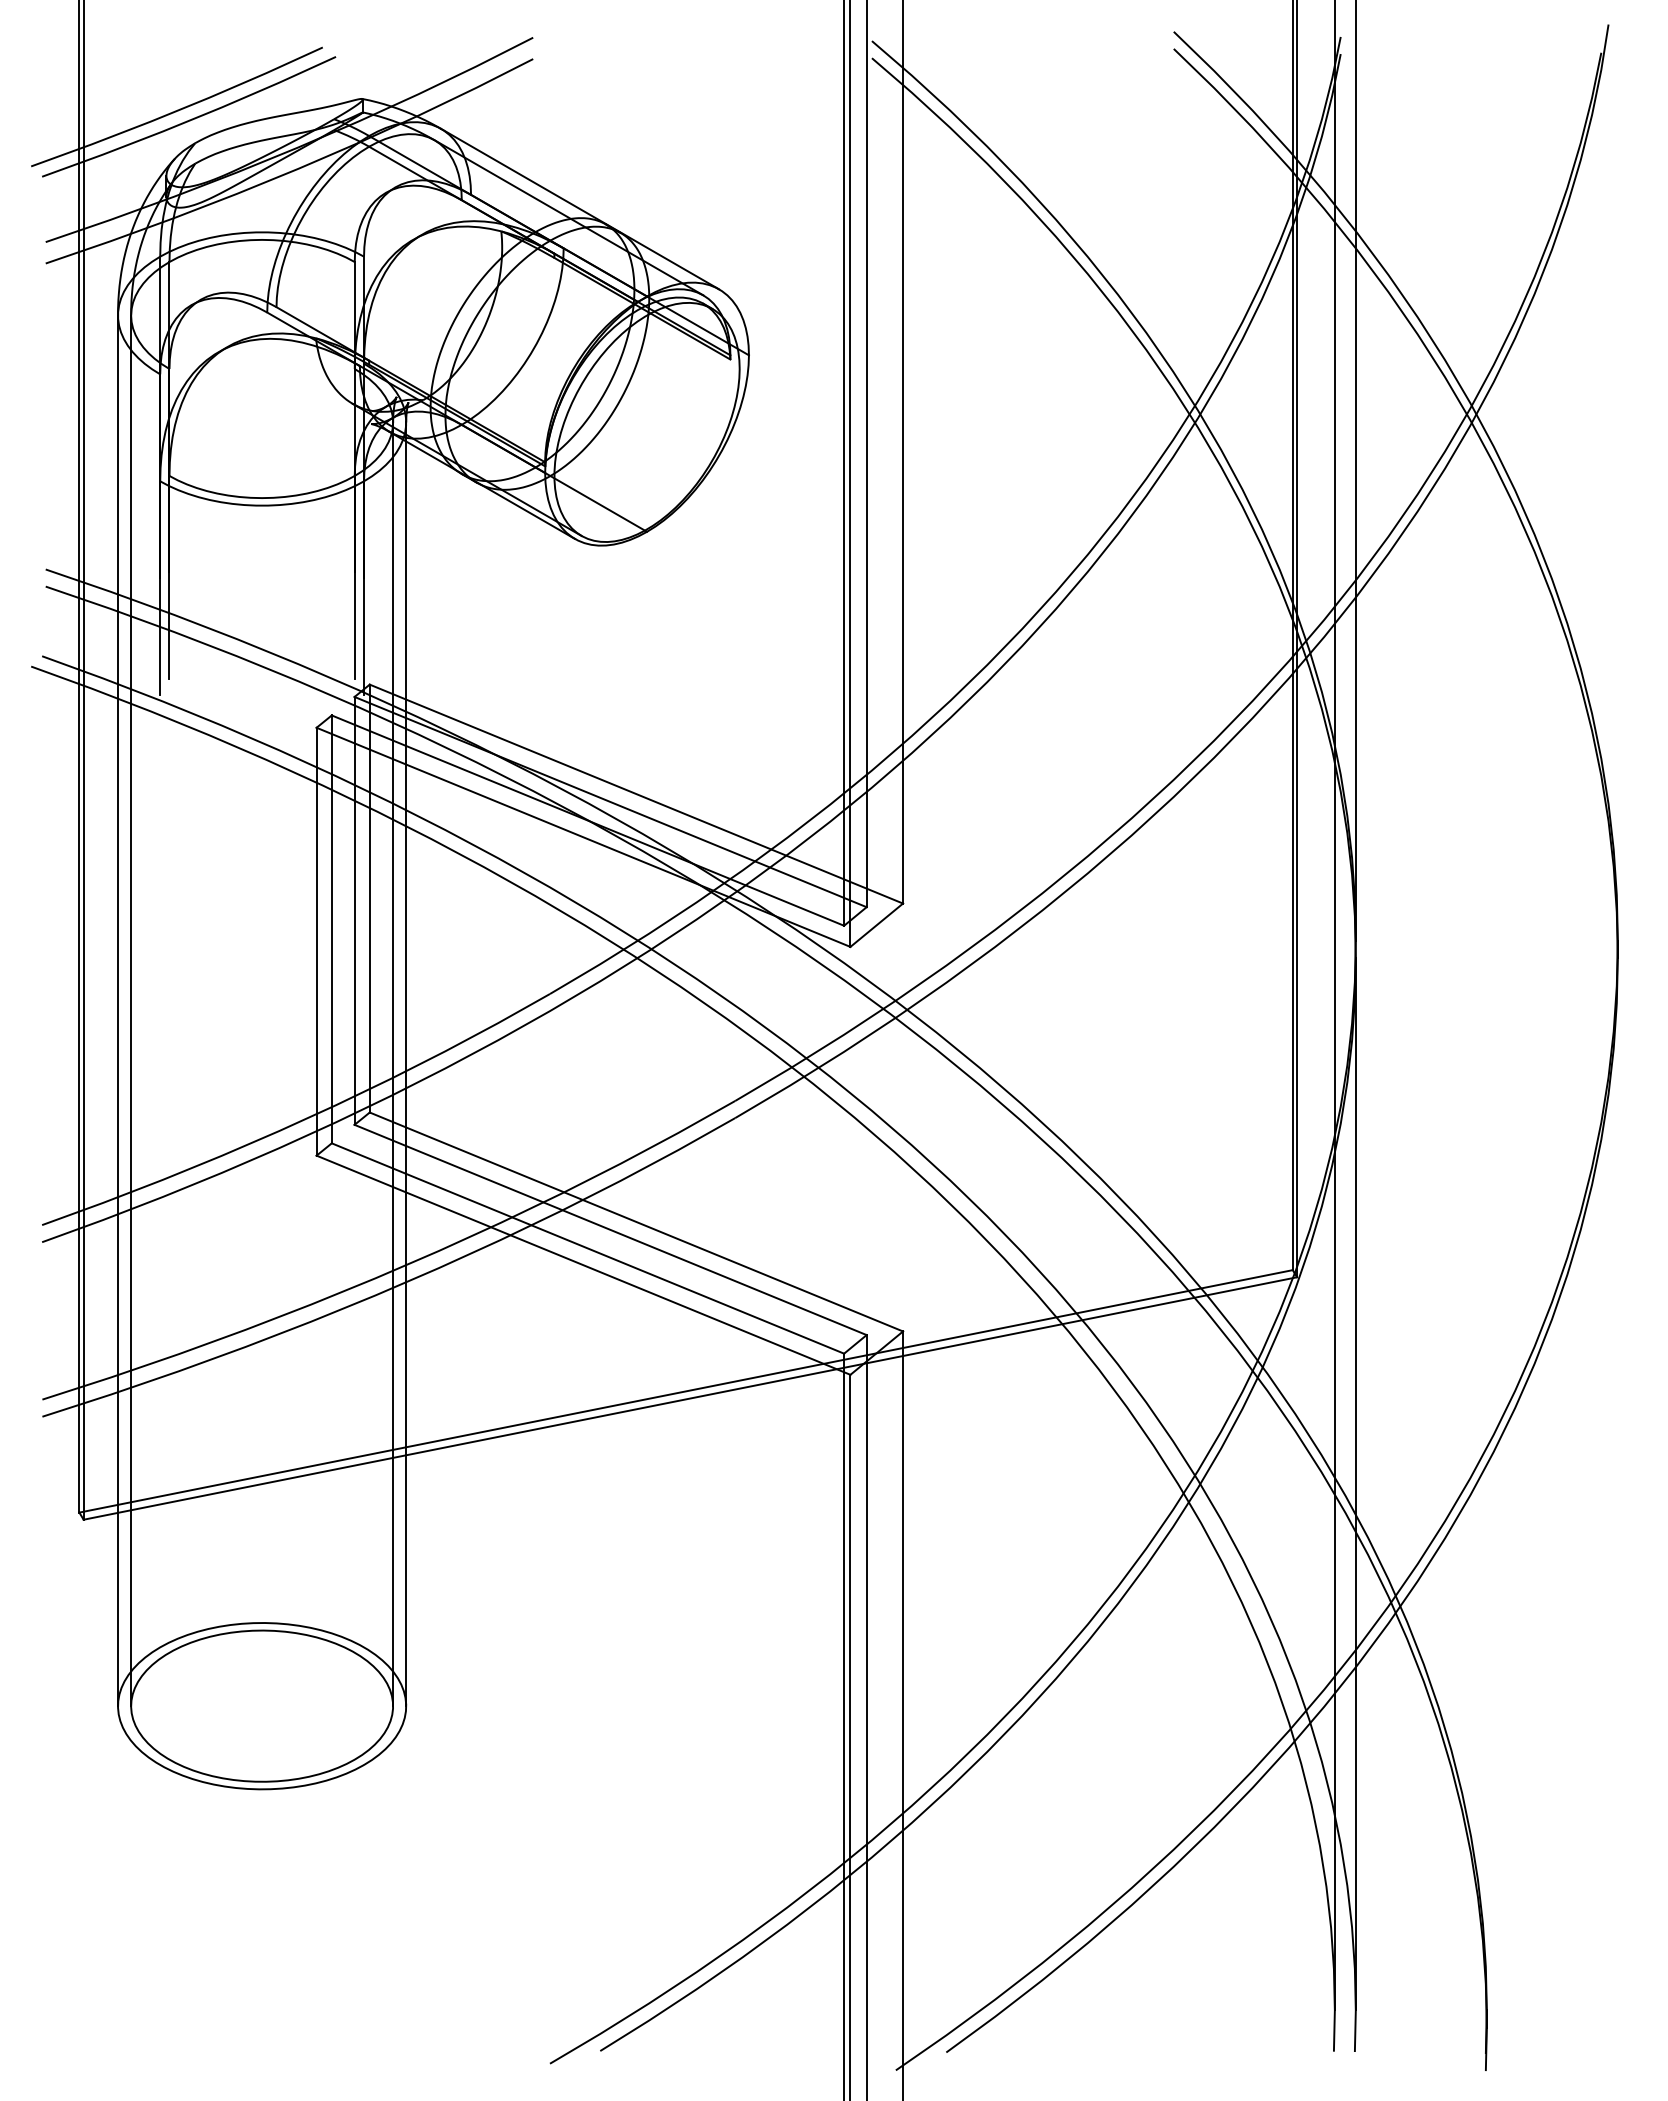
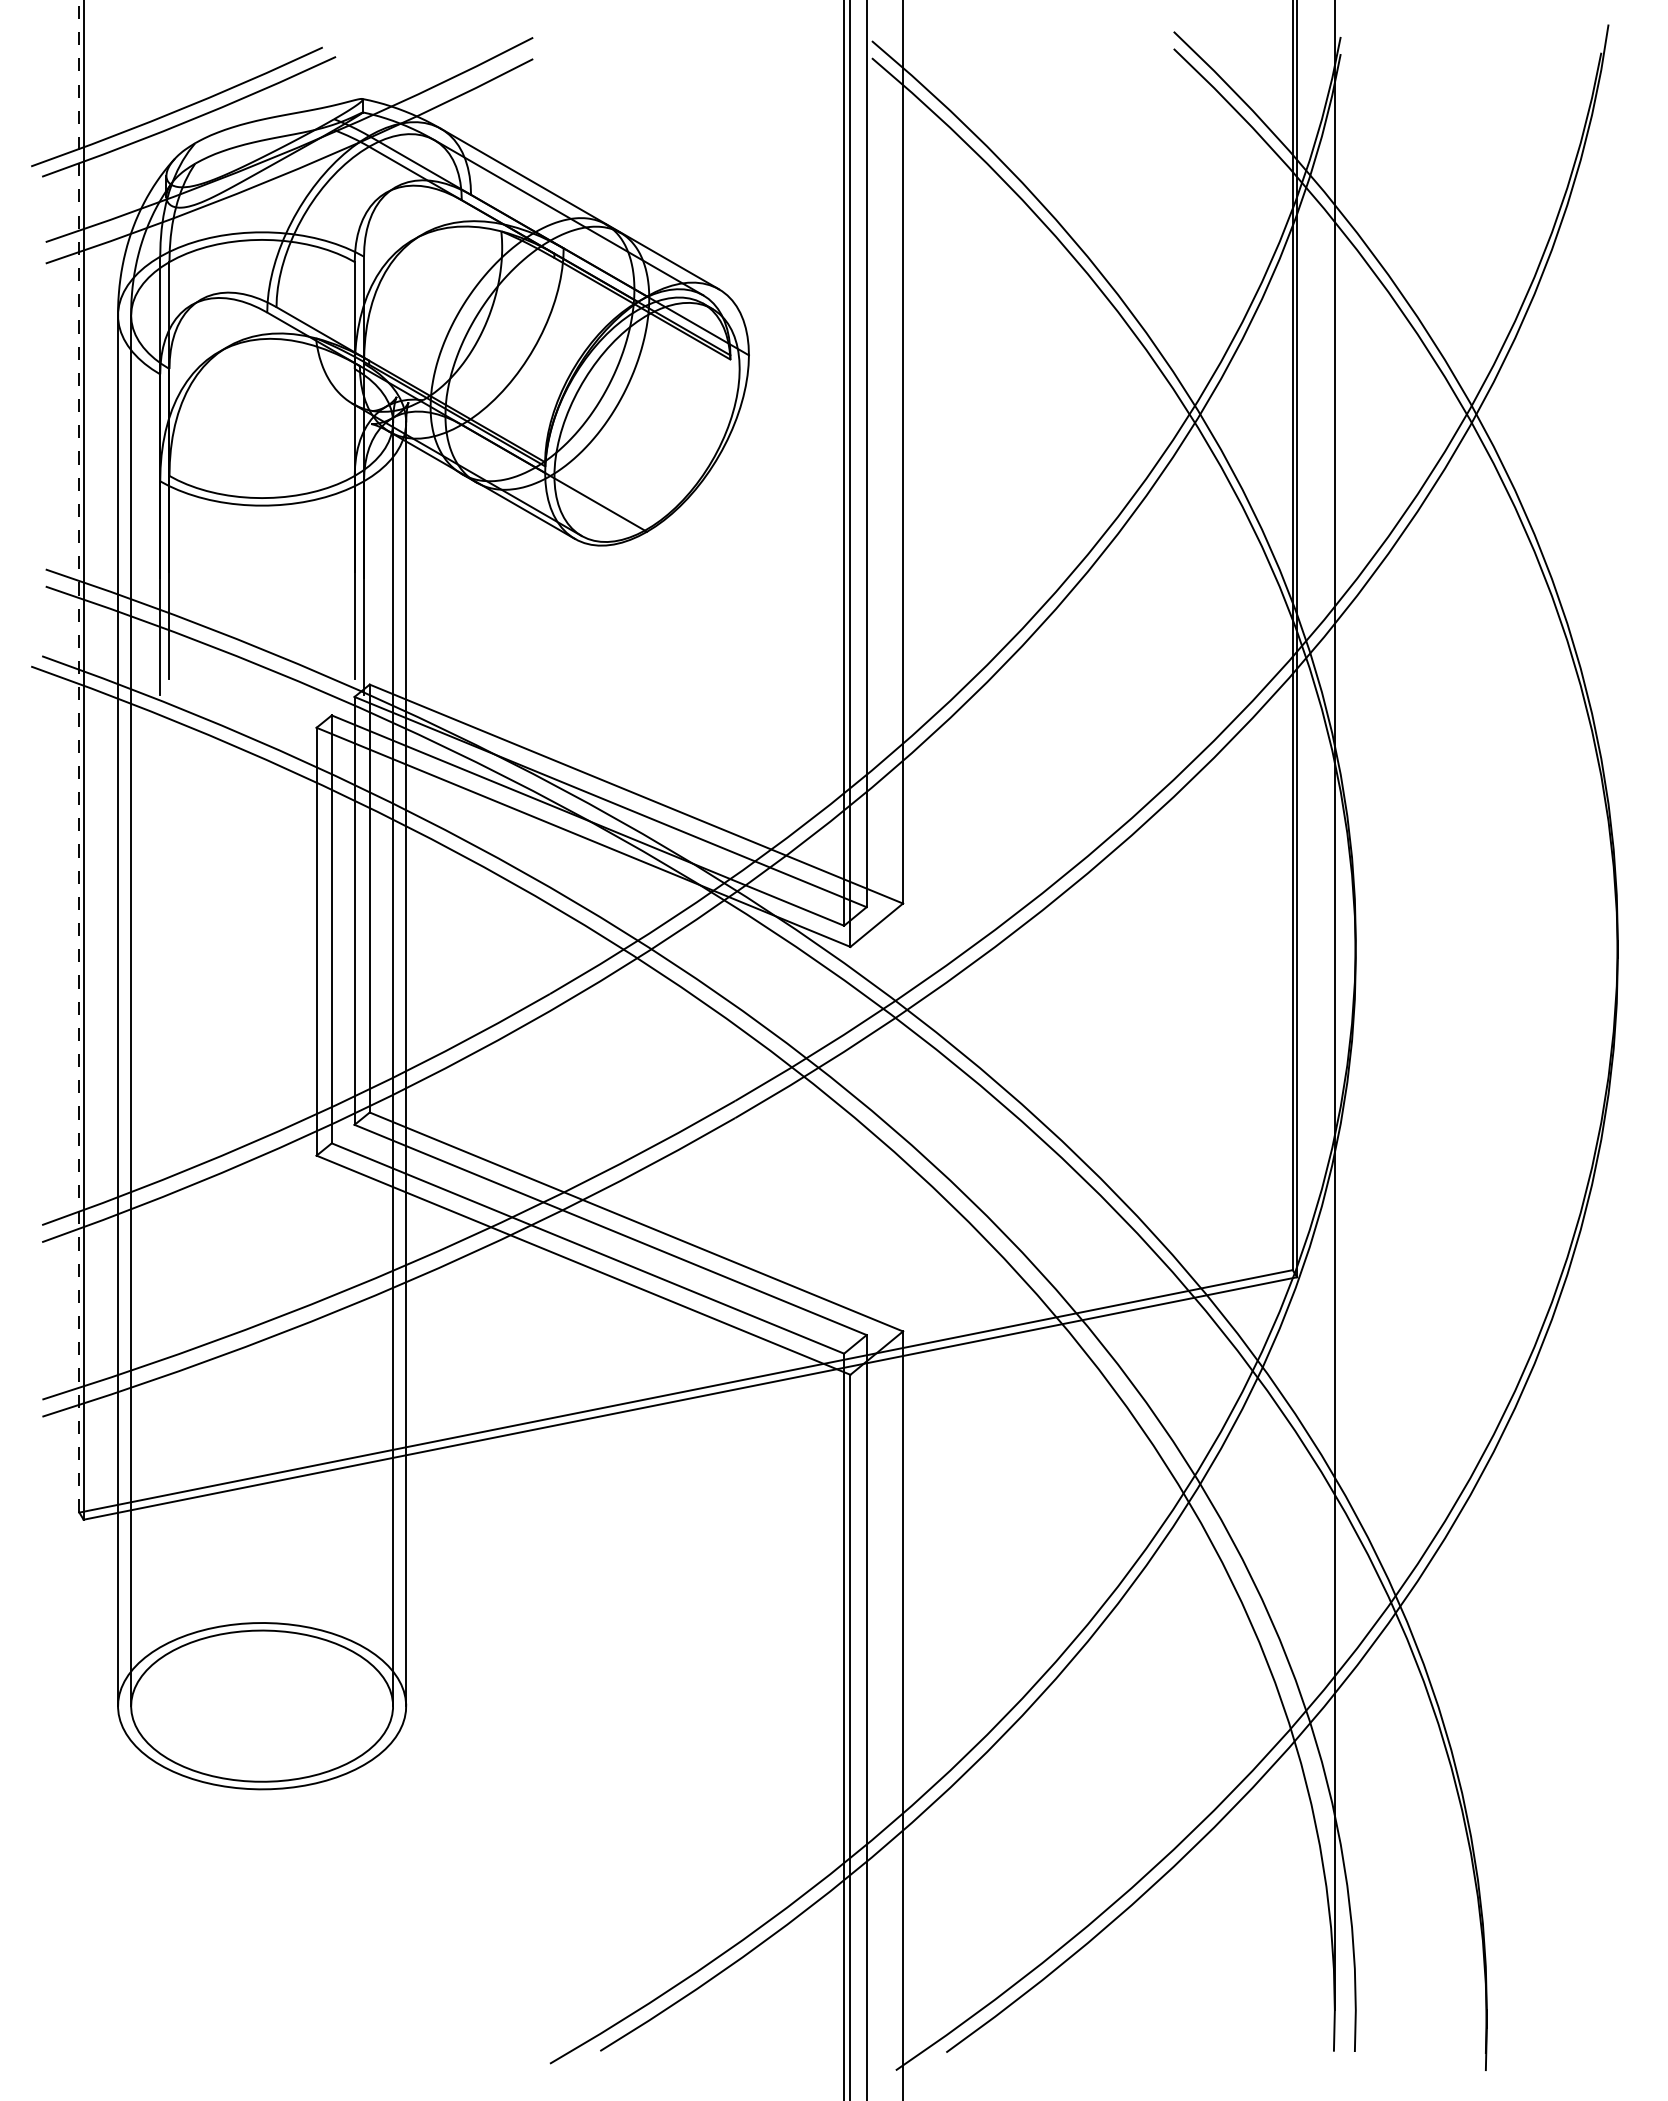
line at (1355, 471): present -> none
line at (79, 756): solid -> dashed
line at (1355, 1483): present -> none
